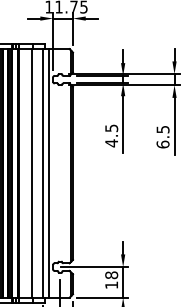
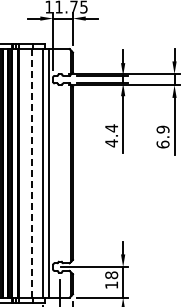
text at (111, 128): 4.5 -> 4.4
text at (162, 129): 6.5 -> 6.9
line at (32, 173): solid -> dashed
